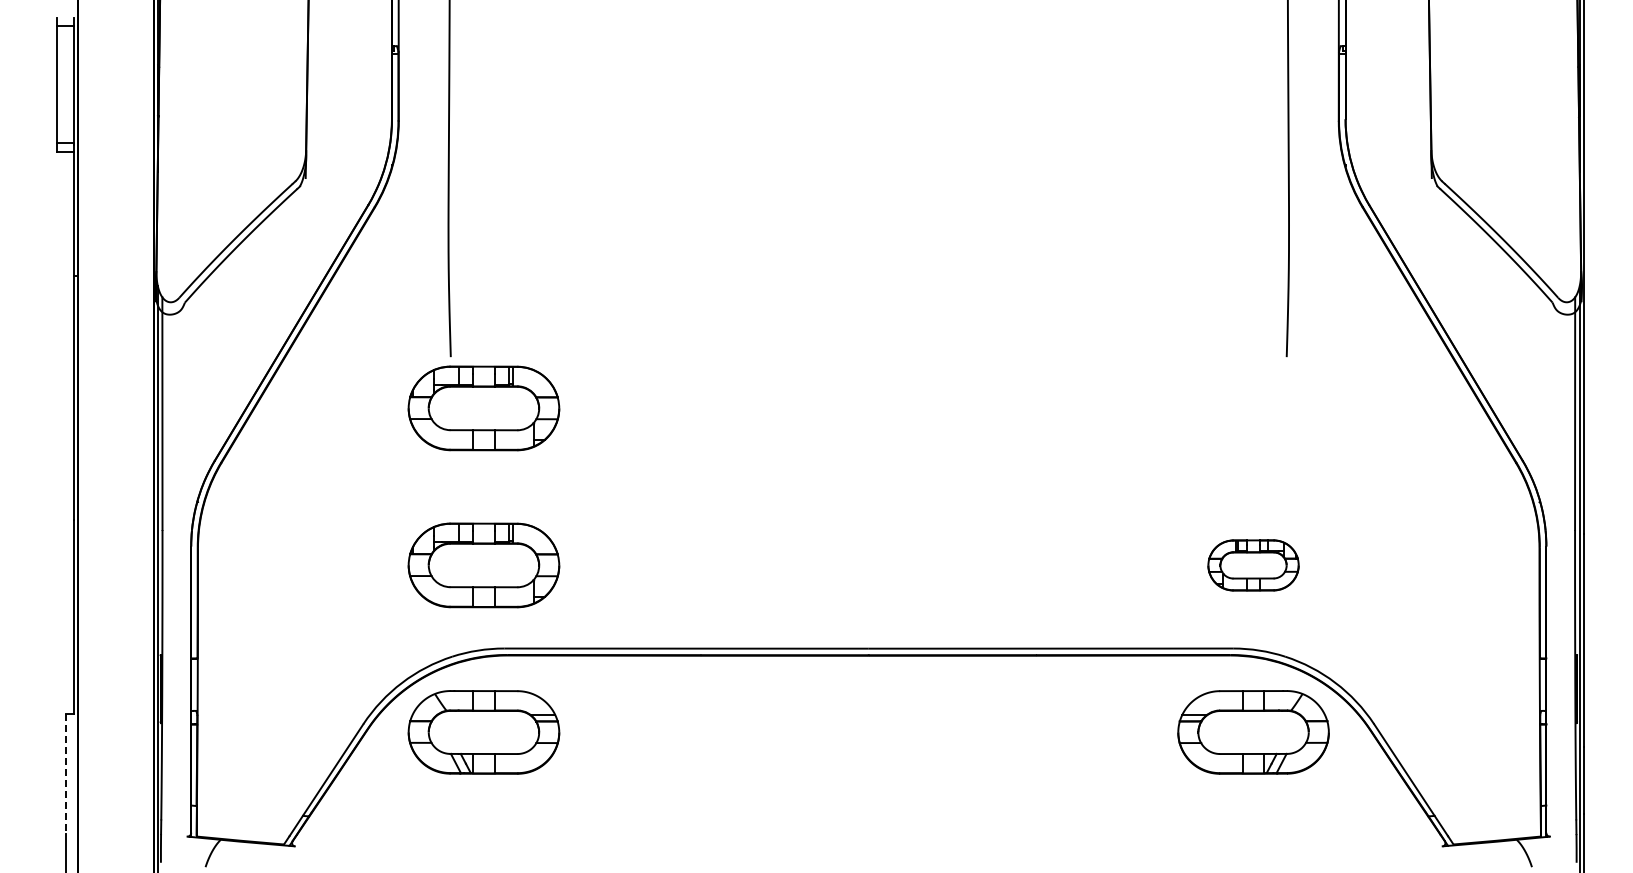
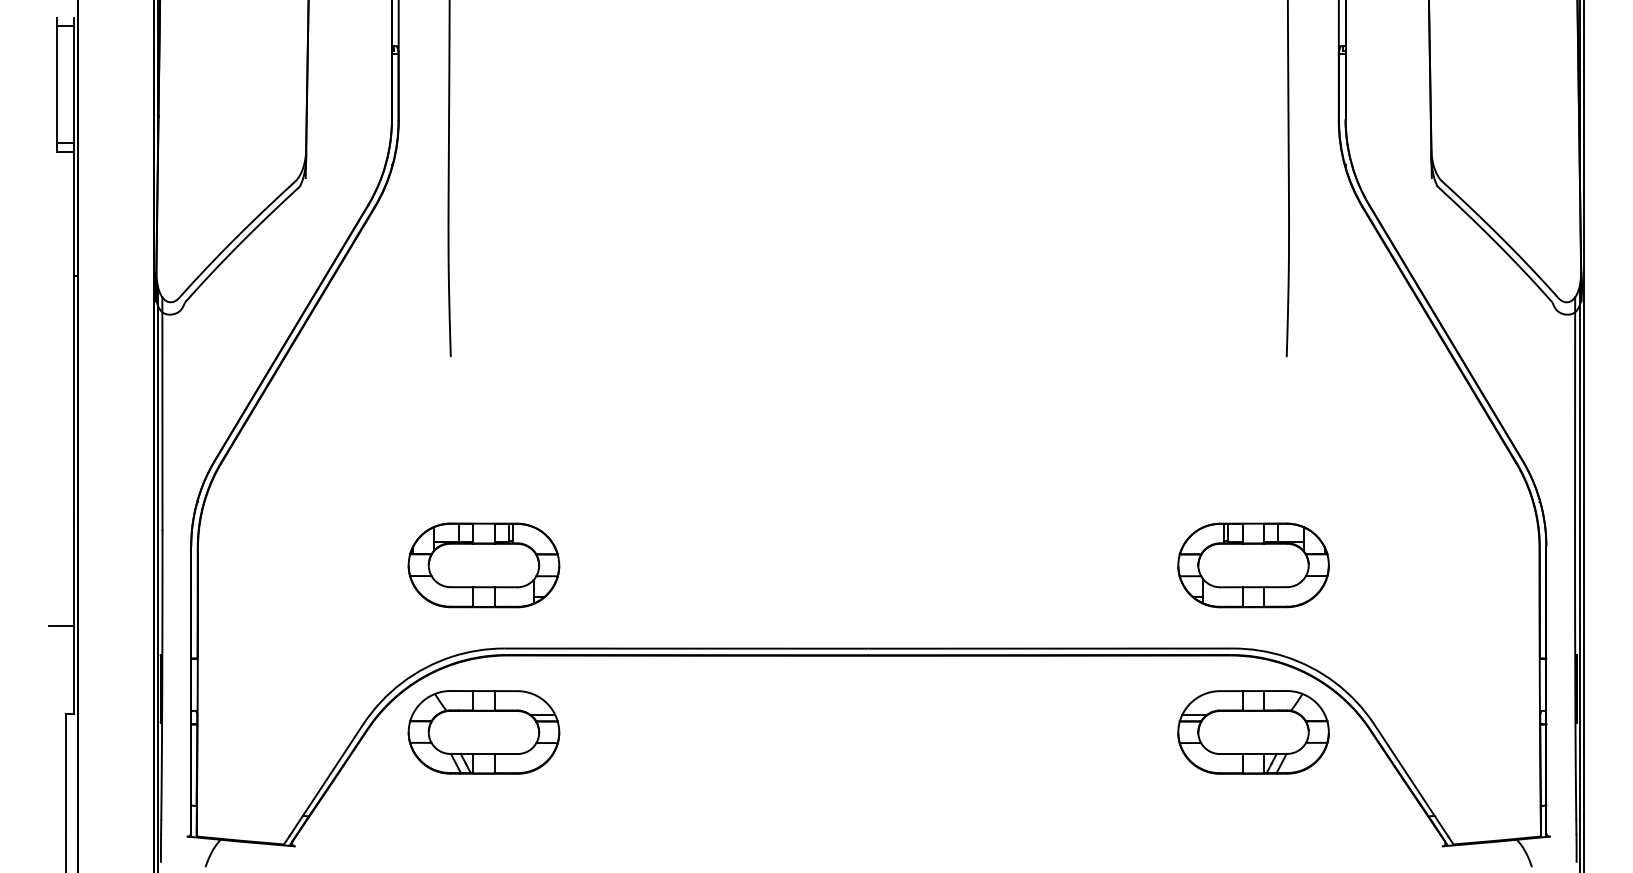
part at (483, 408): present -> none
part at (1253, 565) size: 93x53 px -> 153x87 px
line at (61, 625): none -> present
line at (65, 774): dashed -> solid
